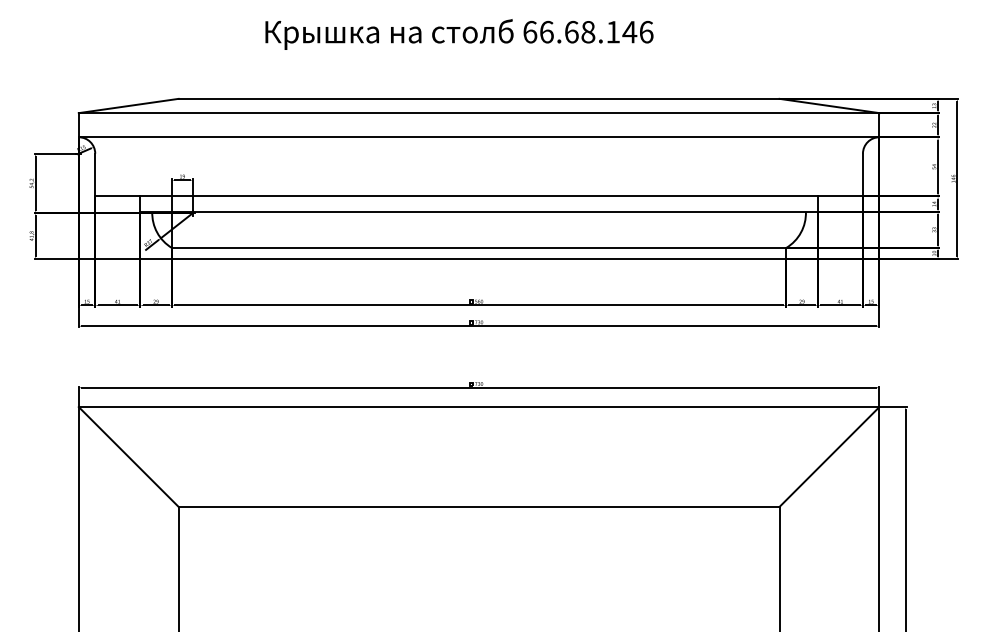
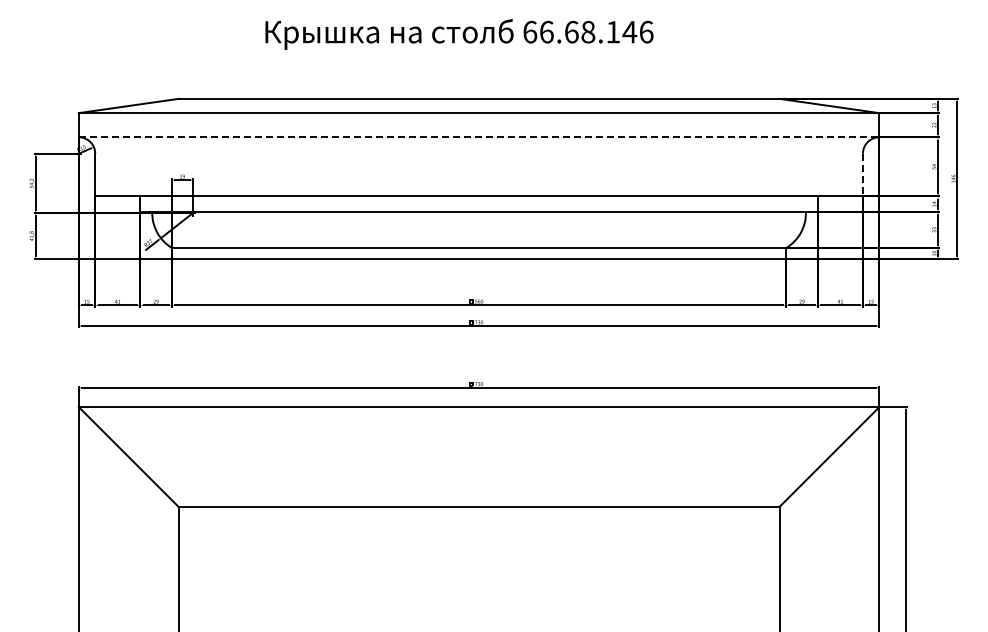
line at (479, 137): solid -> dashed
line at (862, 175): solid -> dashed
